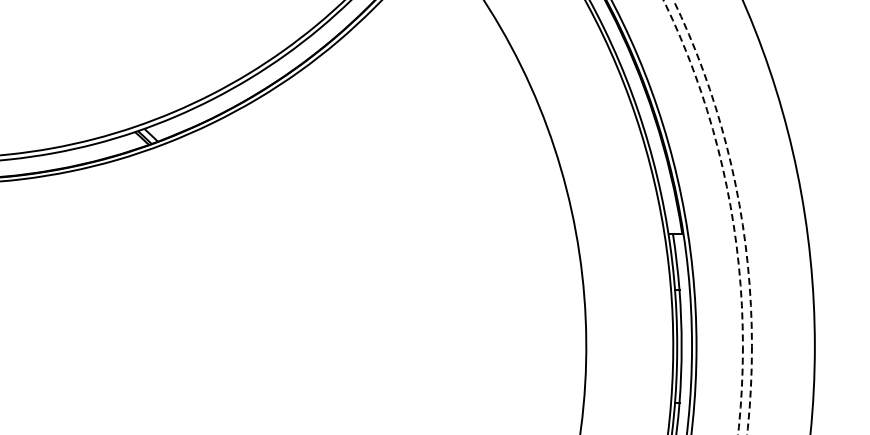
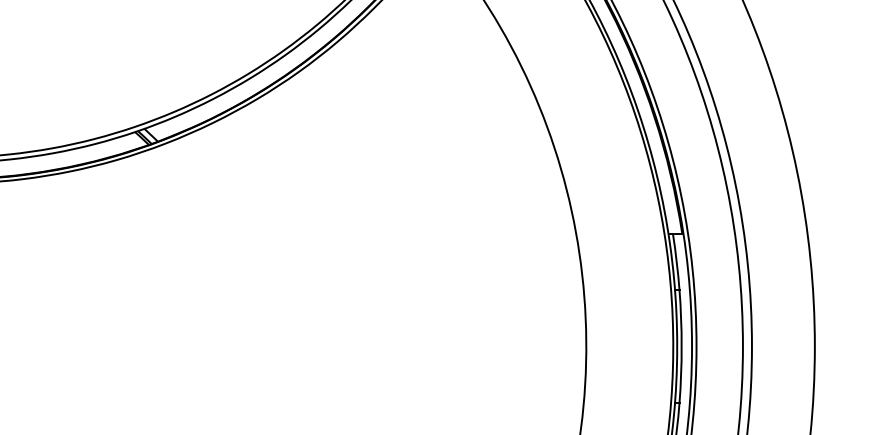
circle at (702, 217): dashed -> solid
circle at (712, 217): dashed -> solid
